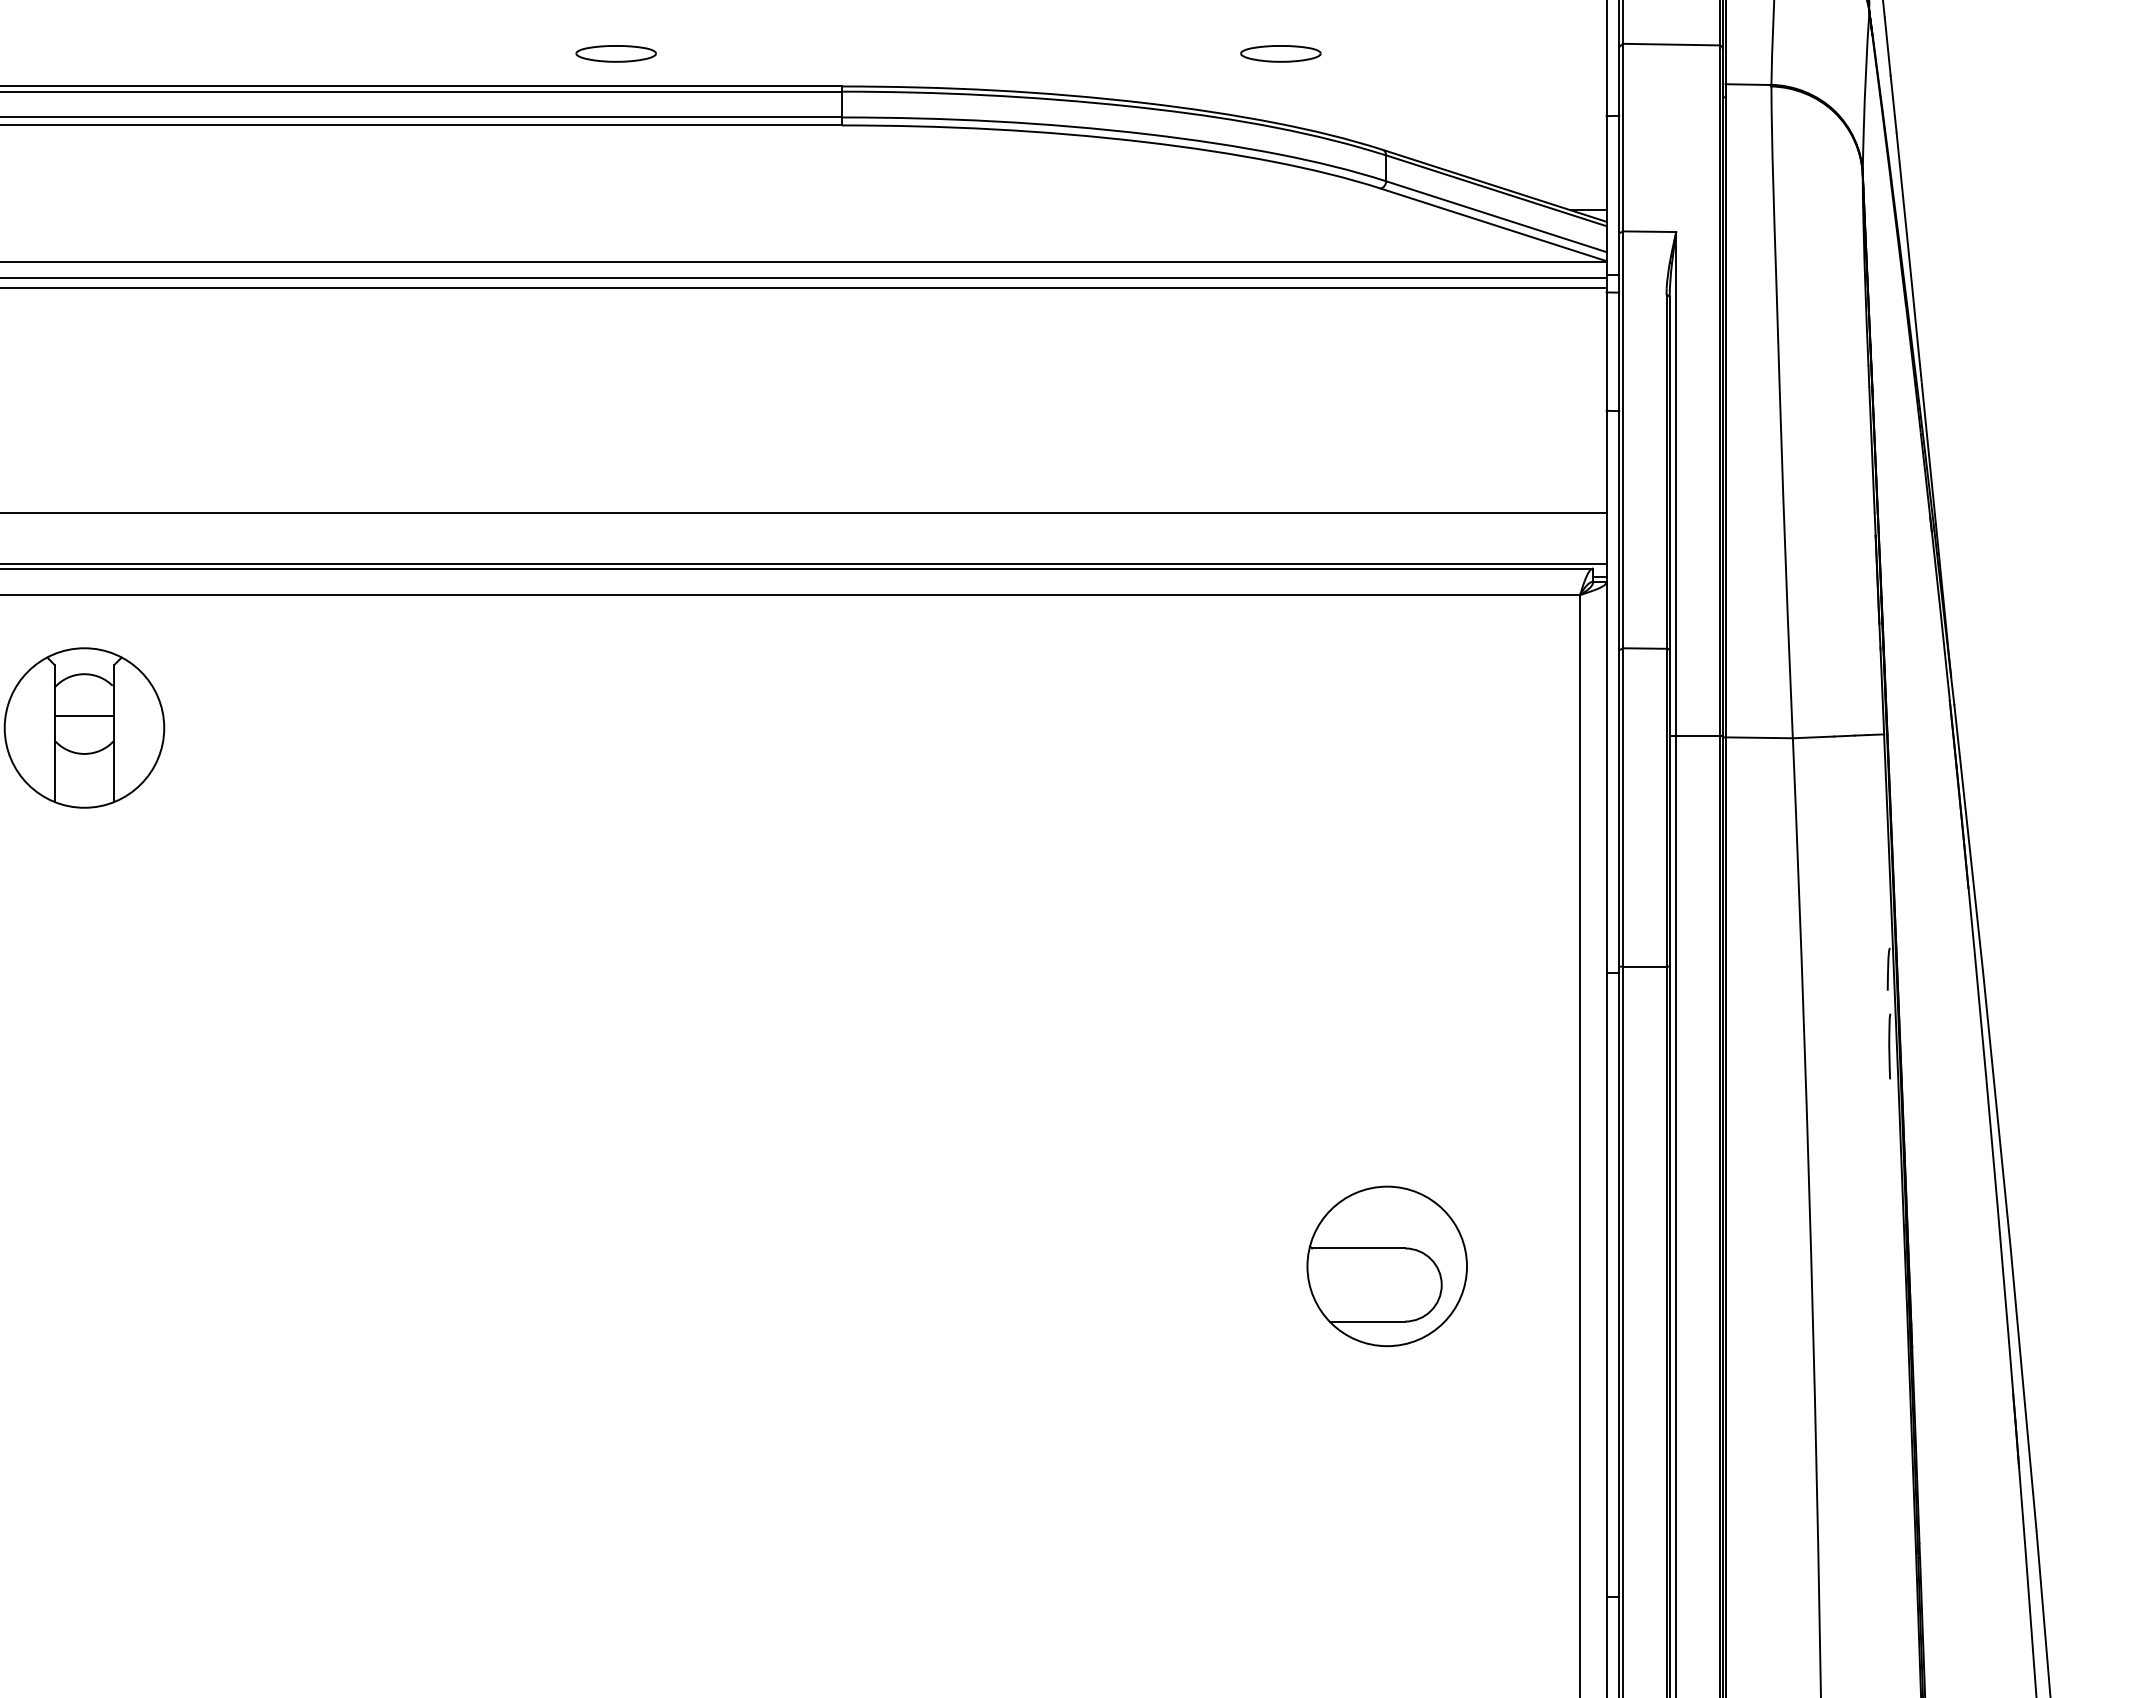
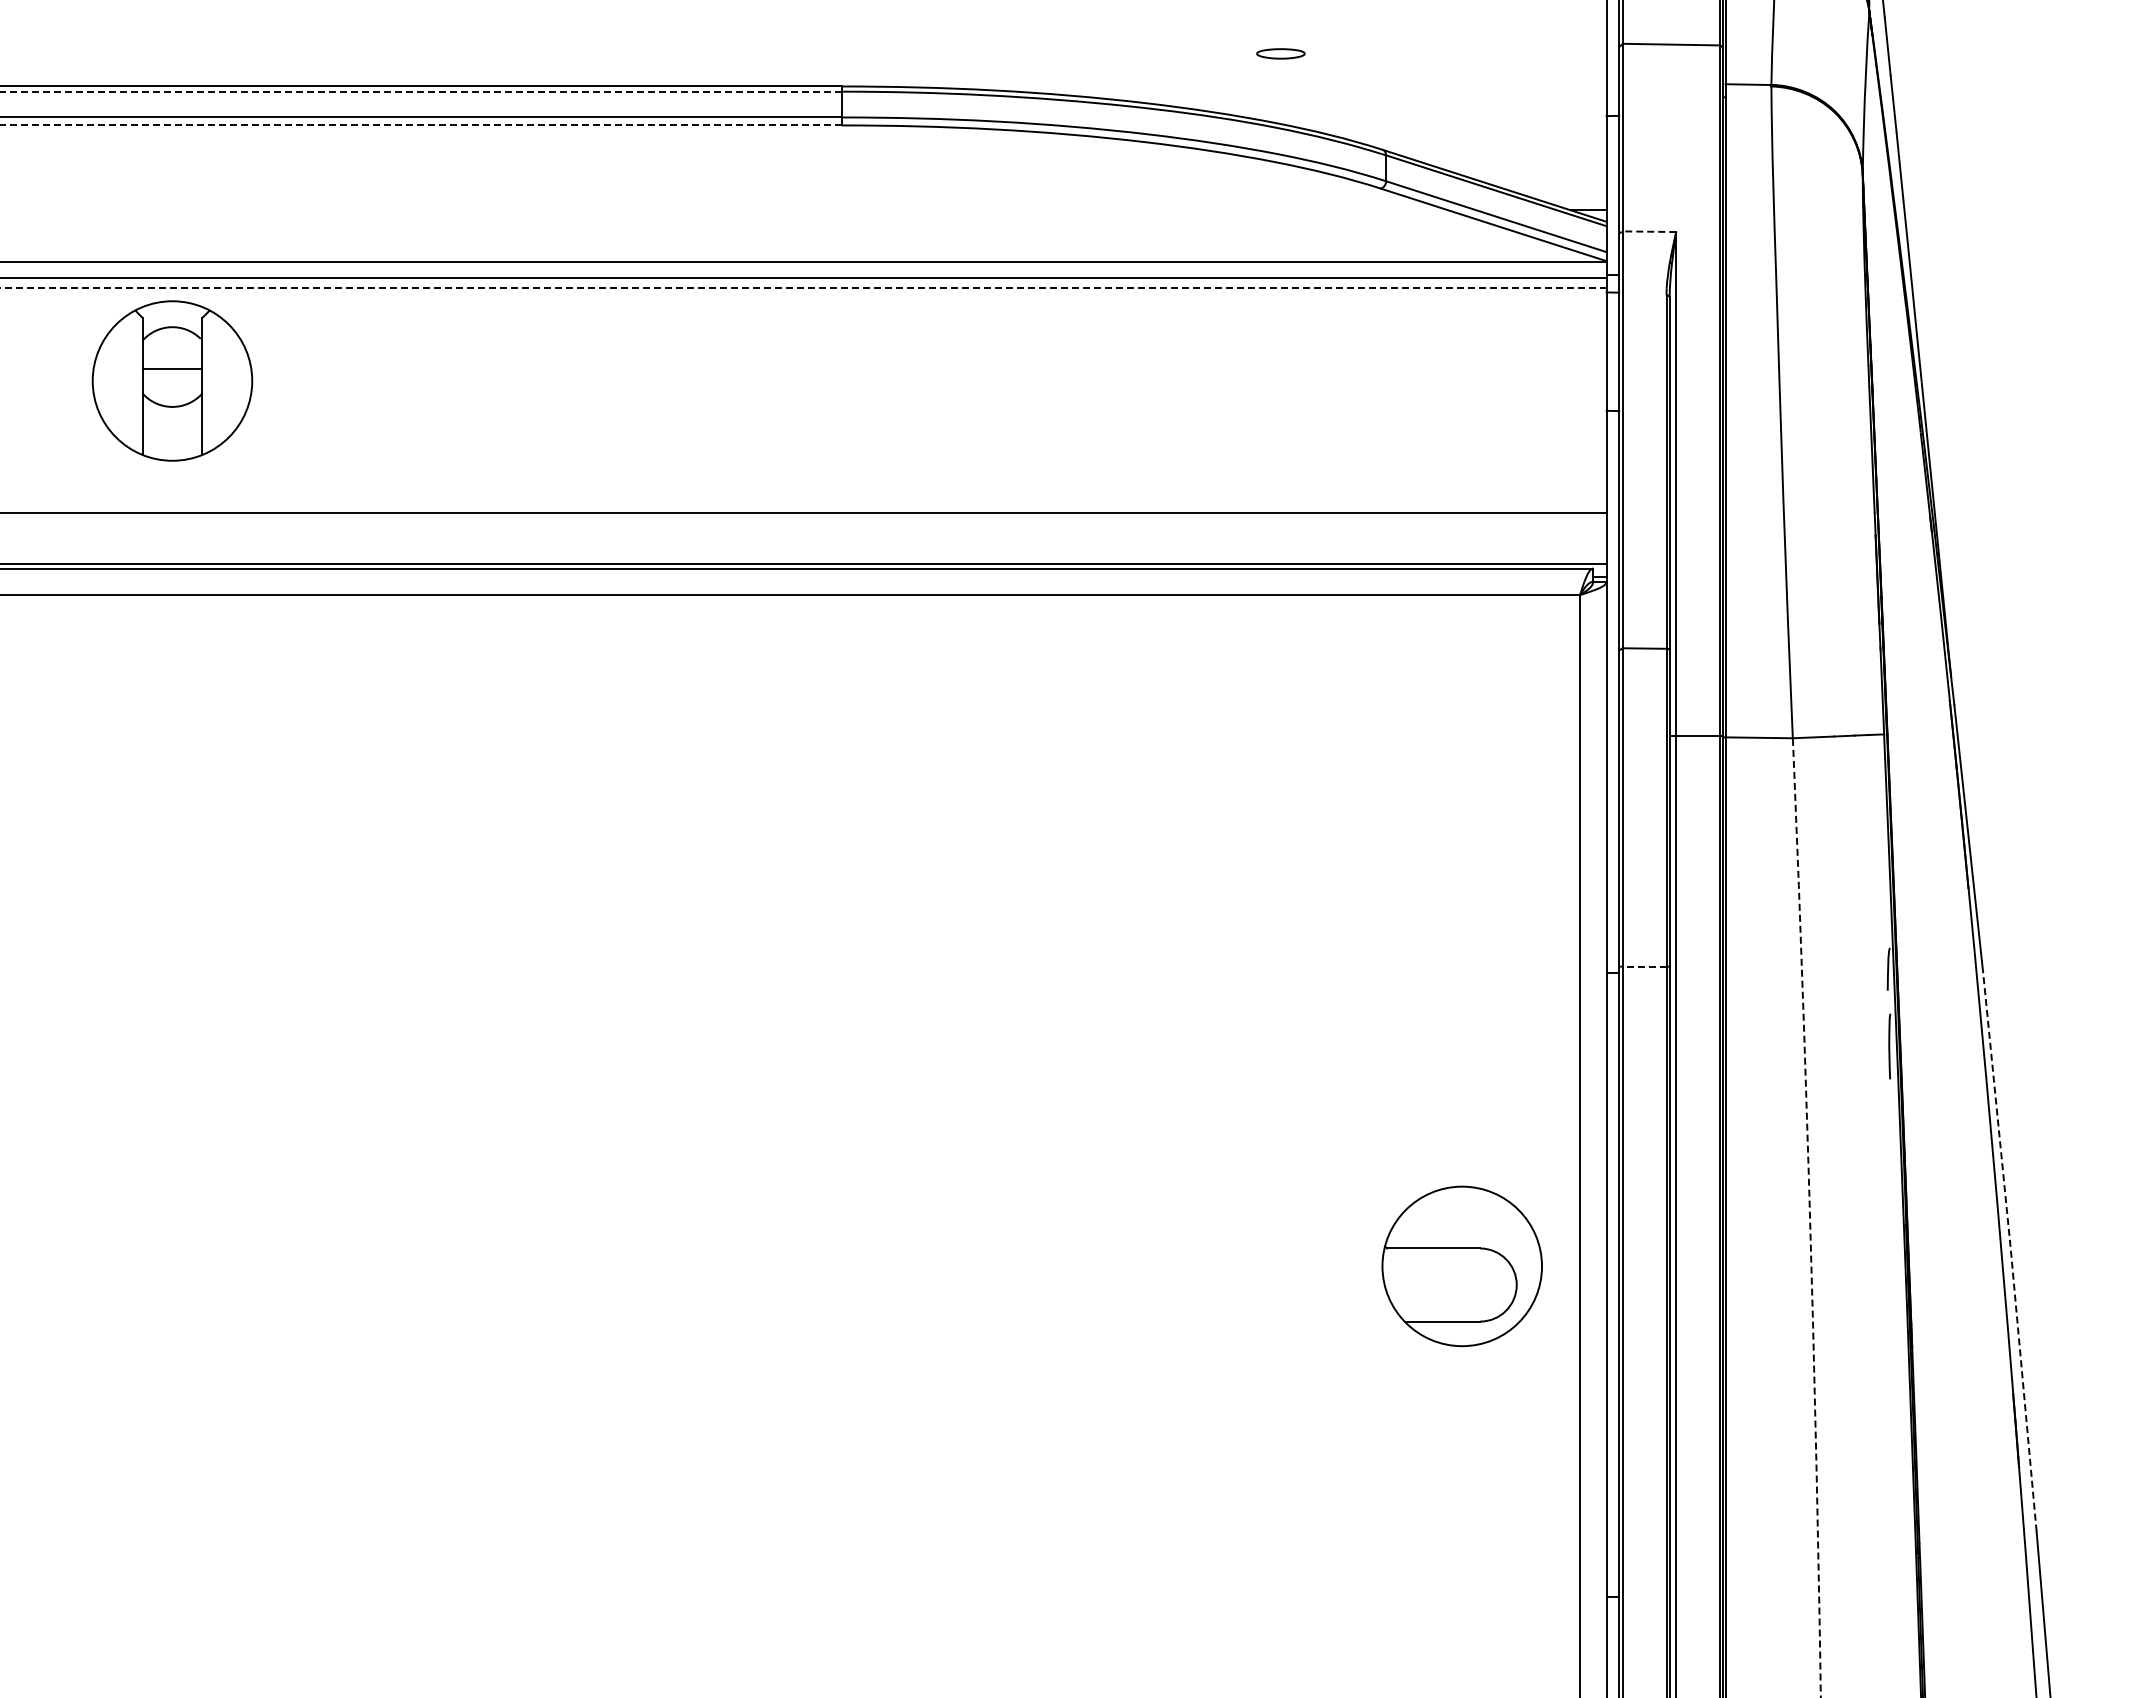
part at (615, 53): present -> none
part at (1280, 53) size: 82x18 px -> 50x12 px
line at (421, 91): solid -> dashed
line at (421, 125): solid -> dashed
line at (1649, 231): solid -> dashed
line at (802, 287): solid -> dashed
part at (84, 727) position: (84, 727) -> (172, 380)
line at (1644, 966): solid -> dashed
arc at (1810, 1217): solid -> dashed
line at (2010, 1250): solid -> dashed
part at (1386, 1266) position: (1386, 1266) -> (1461, 1266)
